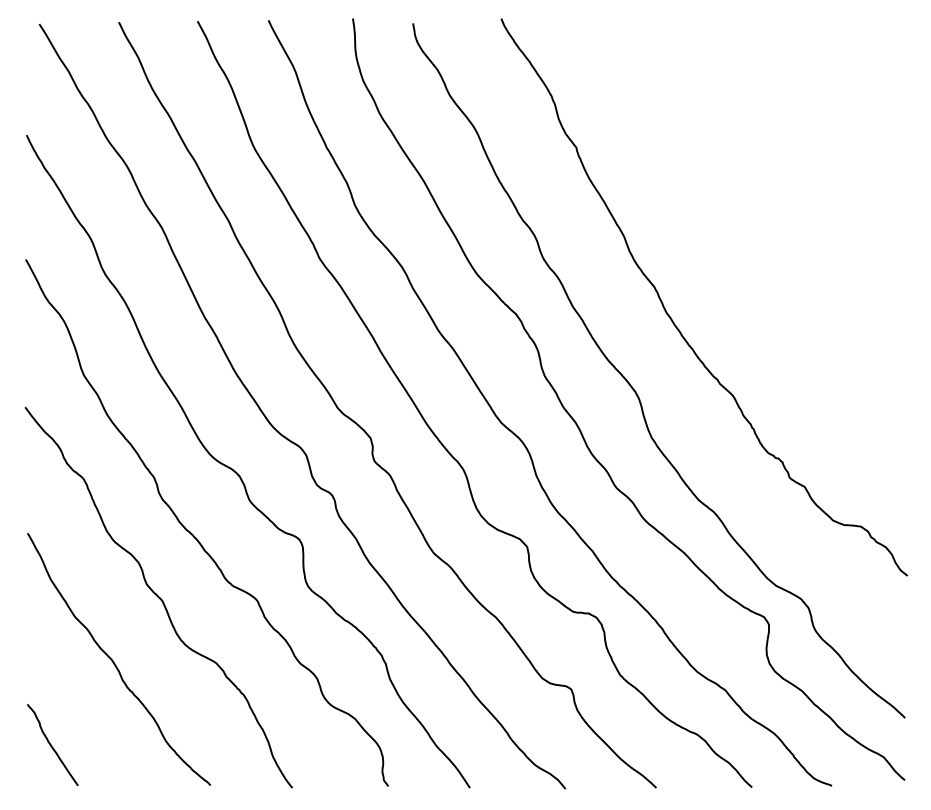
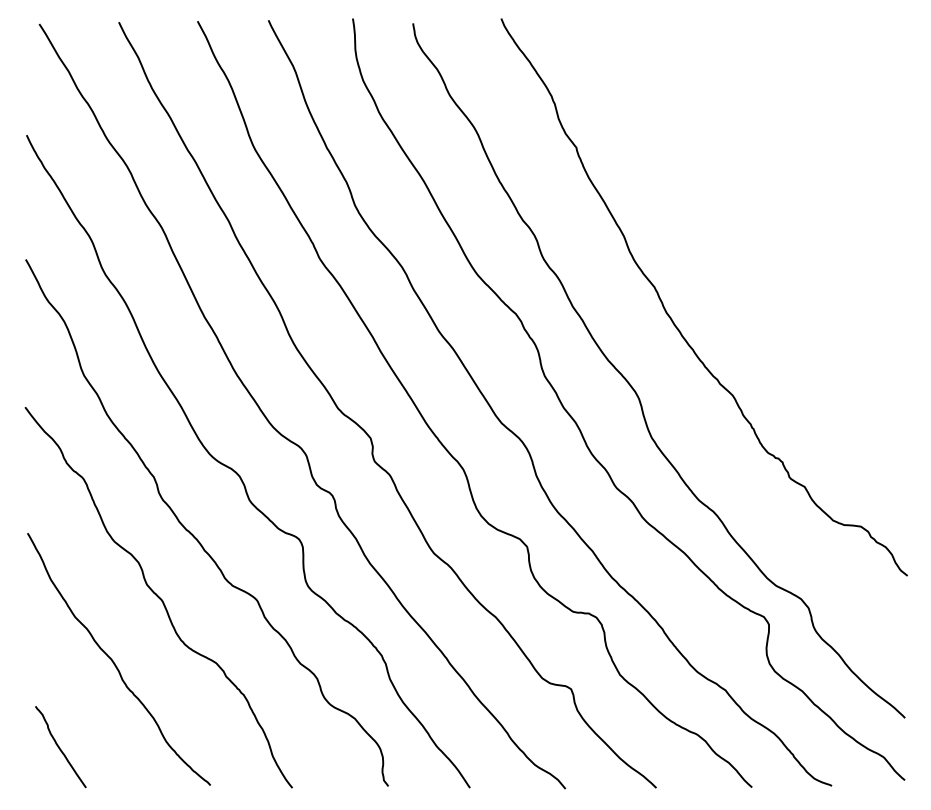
curve at (52, 745) position: (52, 745) -> (60, 747)
